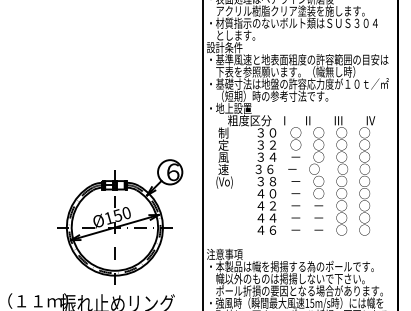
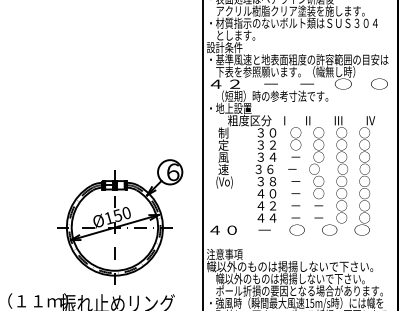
text at (299, 83): ・基礎寸法は地盤の許容応力度が１０ｔ／㎡ -> ４２    －    －    ○    ○
text at (290, 229): ４６    －    －    ○    ○ -> ４０    －    ○    ○    ○
text at (290, 266): ・本製品は幟を掲揚する為のポールです。 -> 幟以外のものは掲揚しないで下さい。
